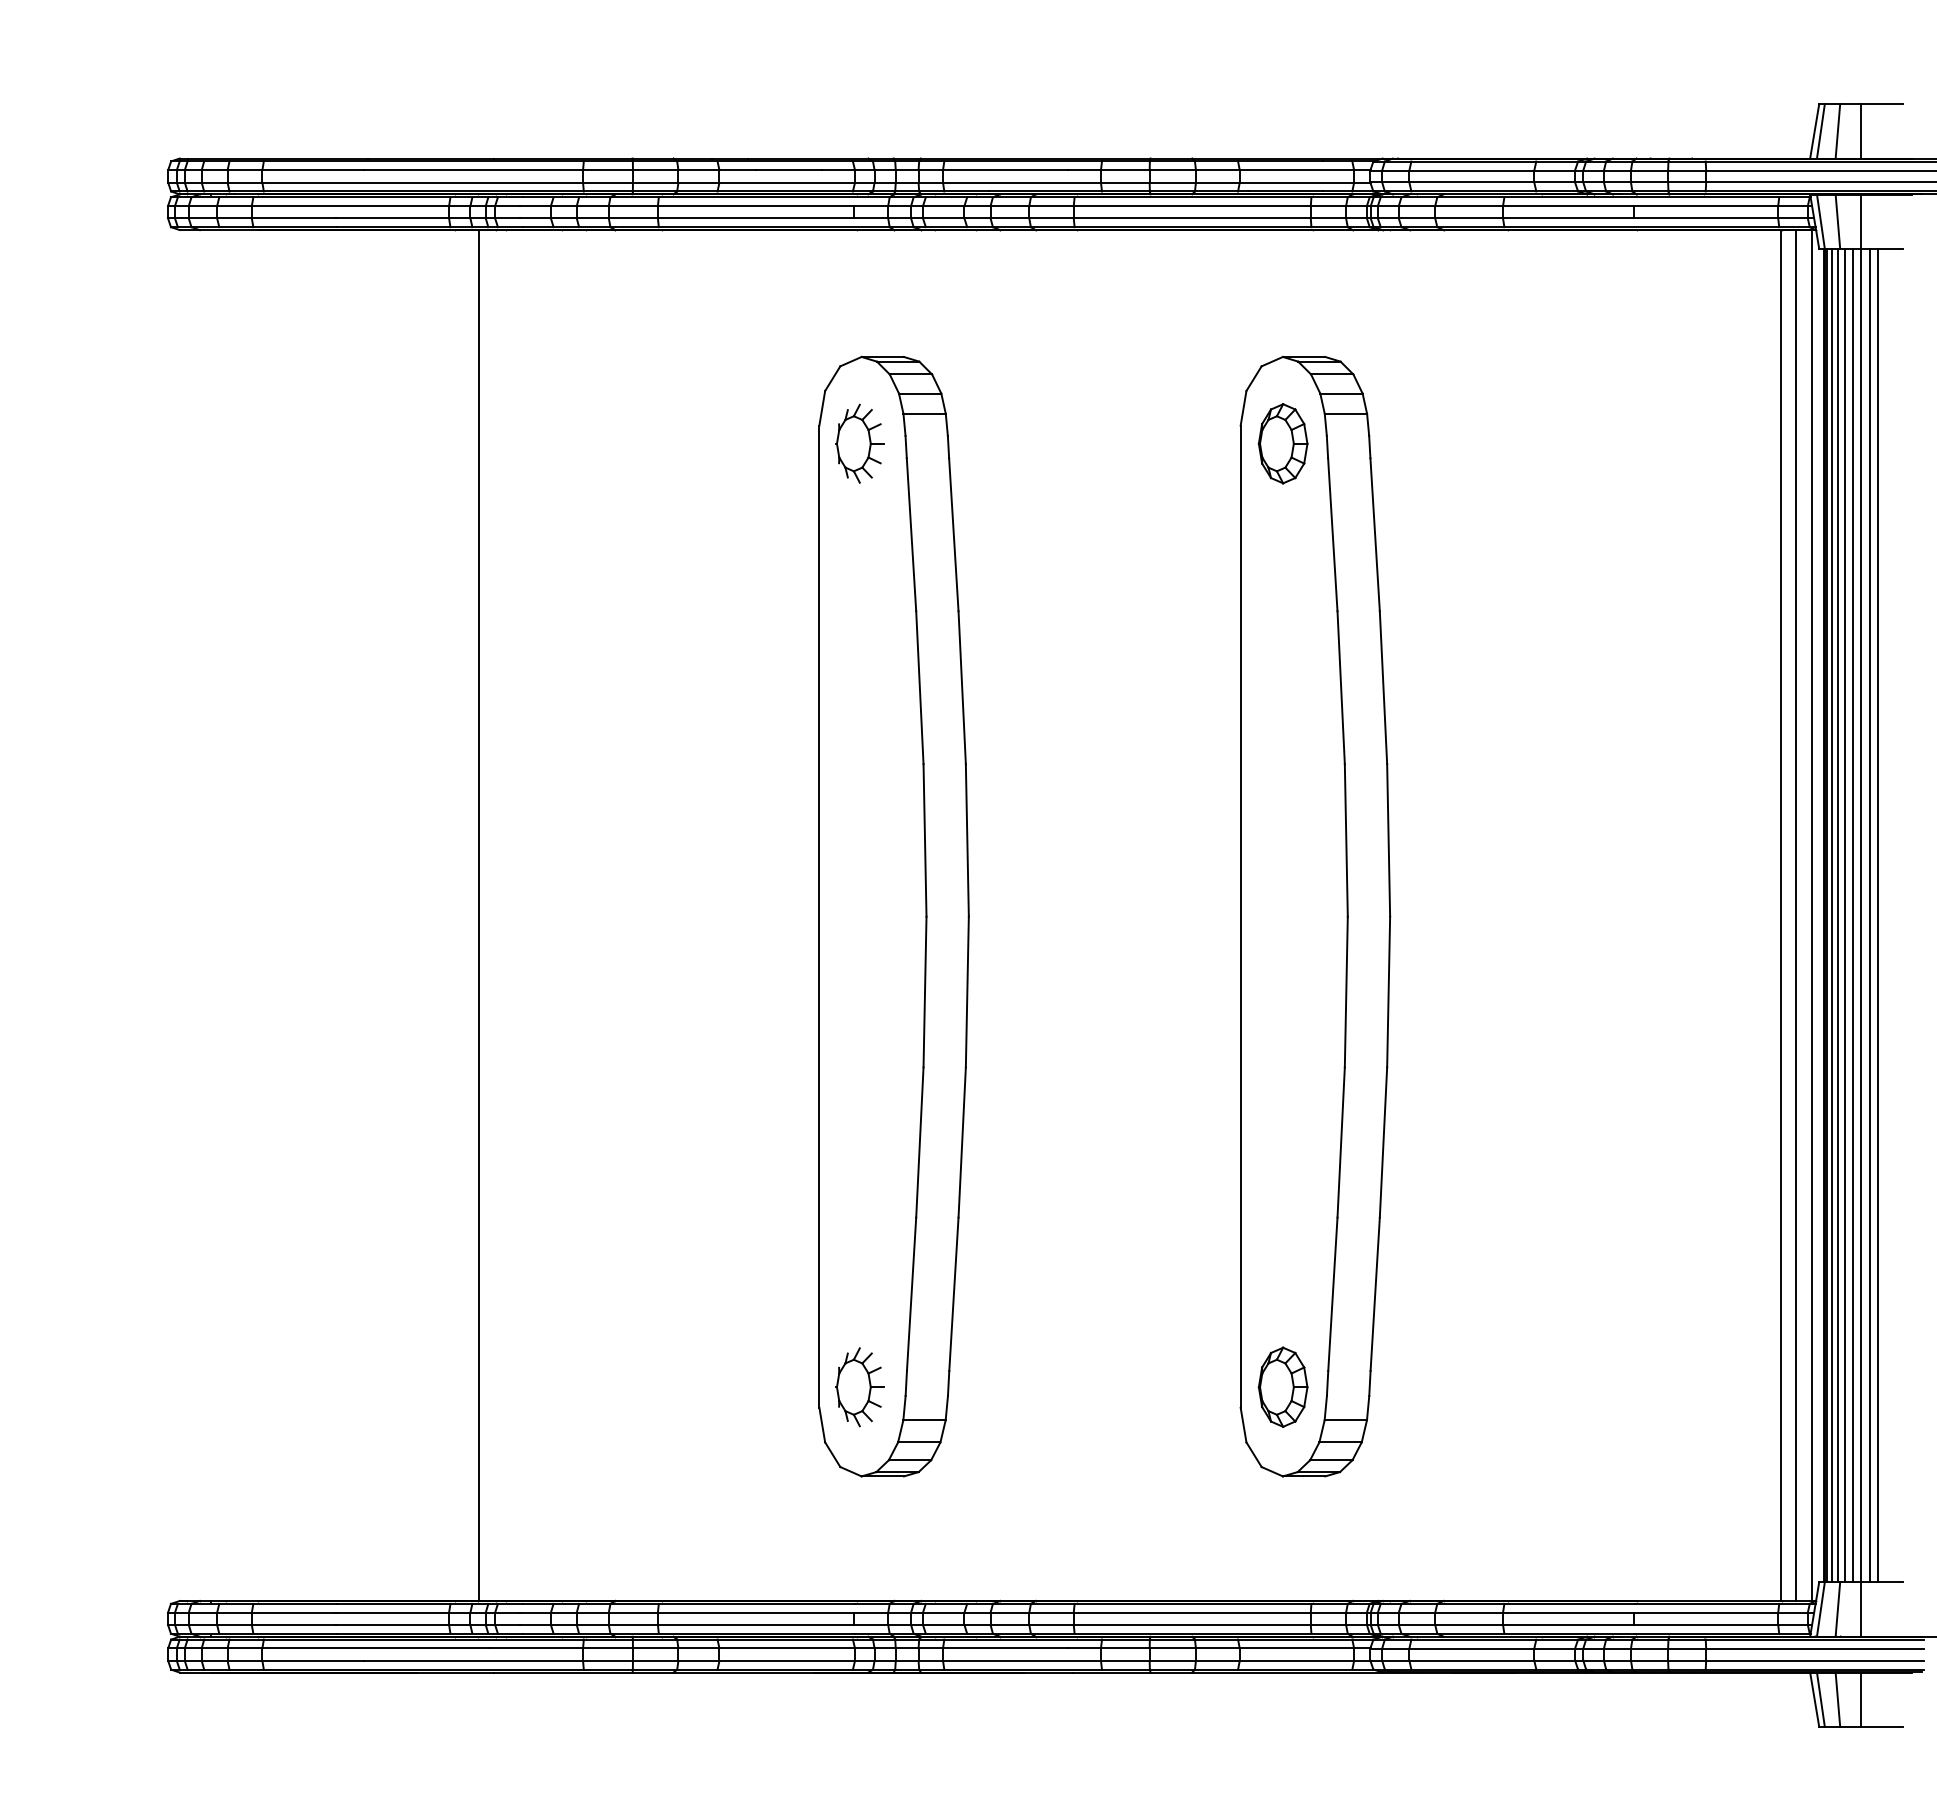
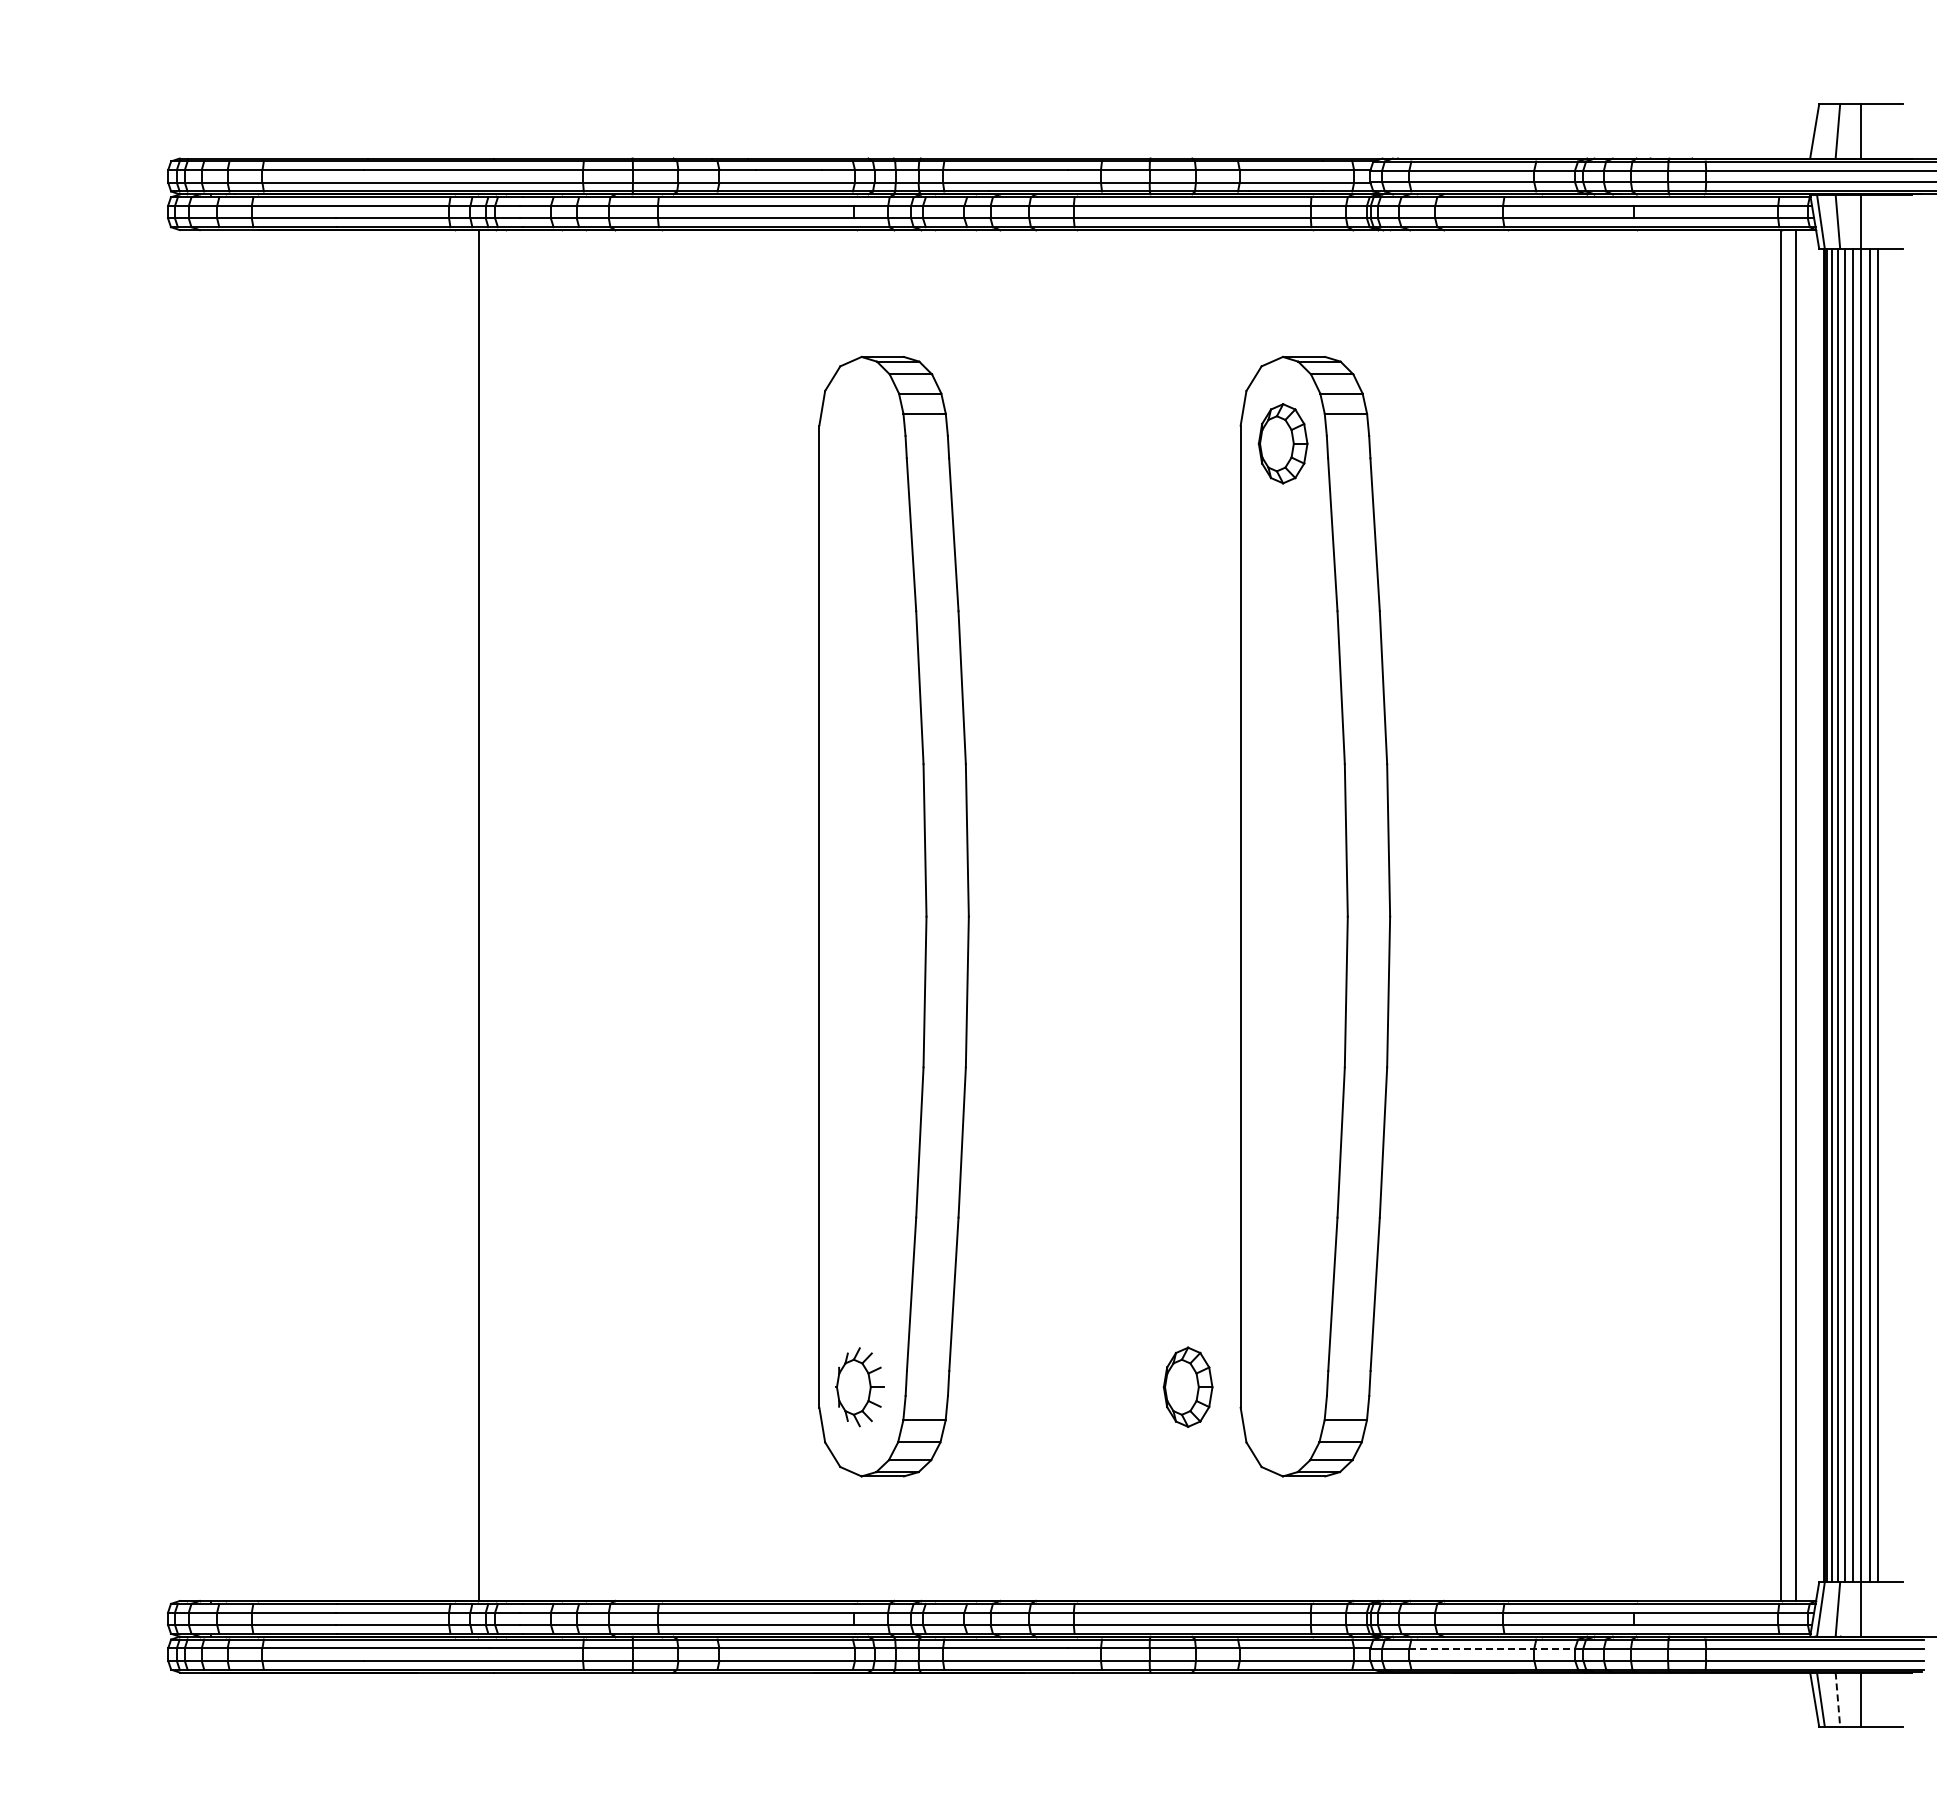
line at (1820, 131): present -> none
part at (859, 443): present -> none
line at (1812, 915): present -> none
part at (1282, 1386) position: (1282, 1386) -> (1187, 1386)
line at (1492, 1648): solid -> dashed
line at (1837, 1700): solid -> dashed
